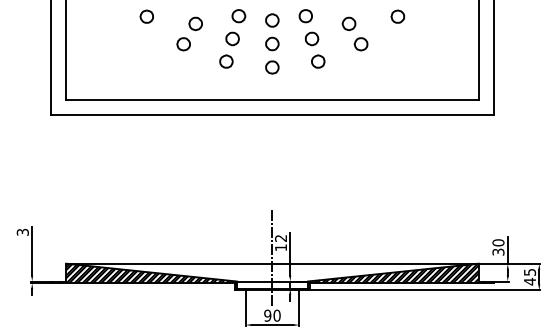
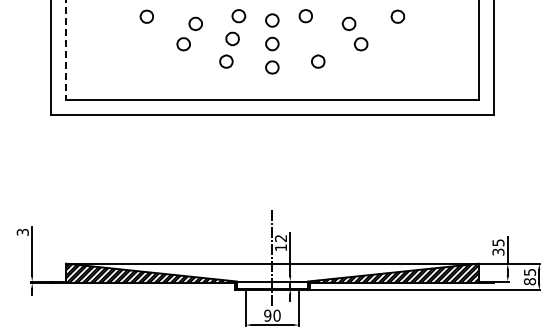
part at (312, 38): present -> none
line at (66, 50): solid -> dashed
text at (498, 242): 30 -> 35
text at (529, 281): 45 -> 85
